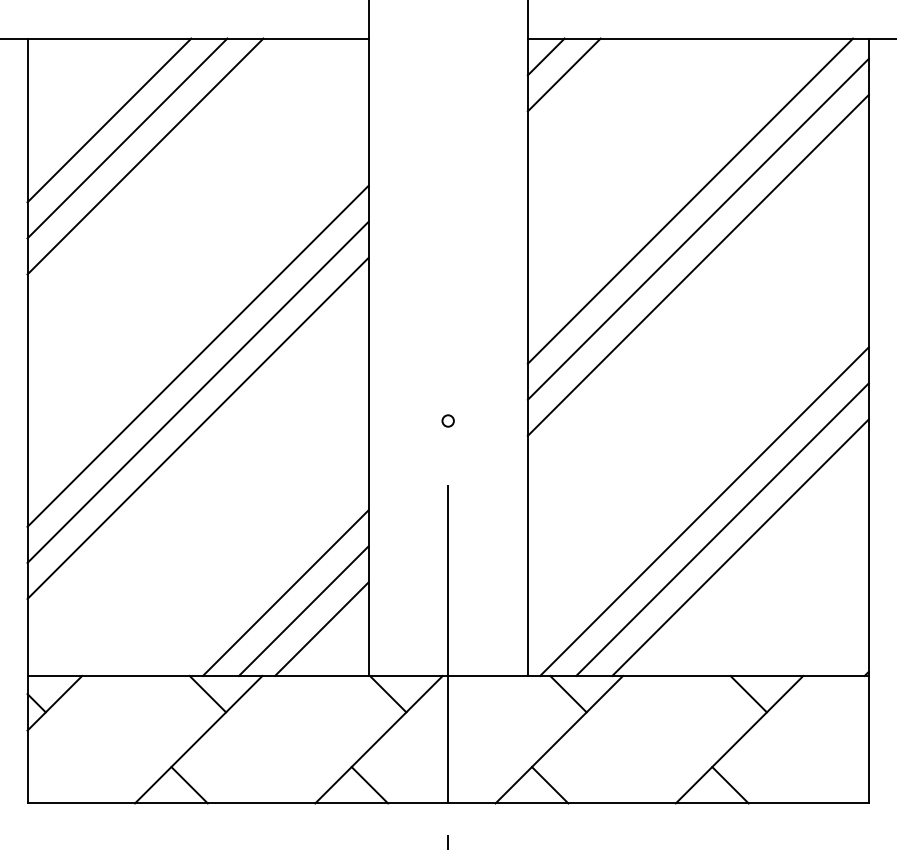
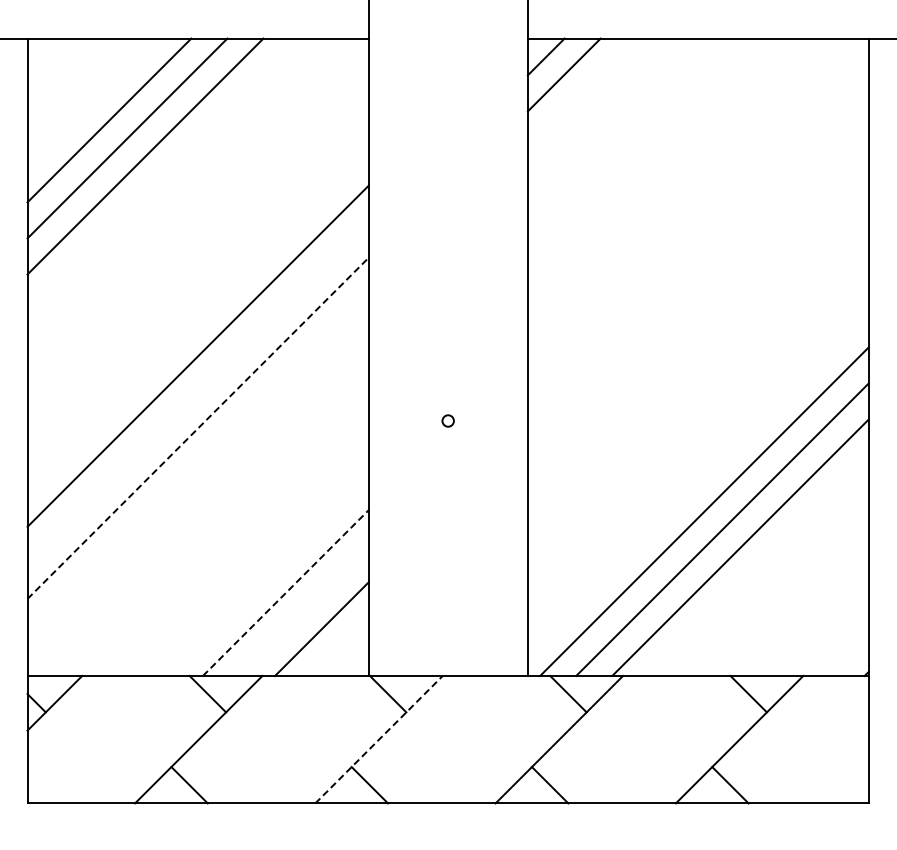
line at (690, 200): present -> none
line at (697, 228): present -> none
line at (697, 264): present -> none
line at (197, 391): present -> none
line at (198, 428): solid -> dashed
line at (286, 592): solid -> dashed
line at (303, 610): present -> none
line at (448, 665): present -> none
line at (379, 739): solid -> dashed
